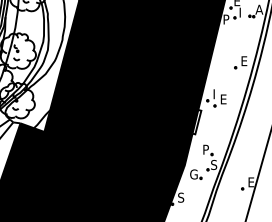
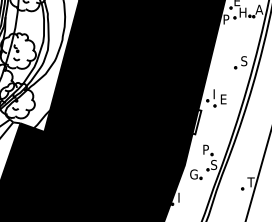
text at (243, 12): I -> H
text at (244, 61): E -> S
text at (250, 182): E -> T
text at (181, 197): S -> I
